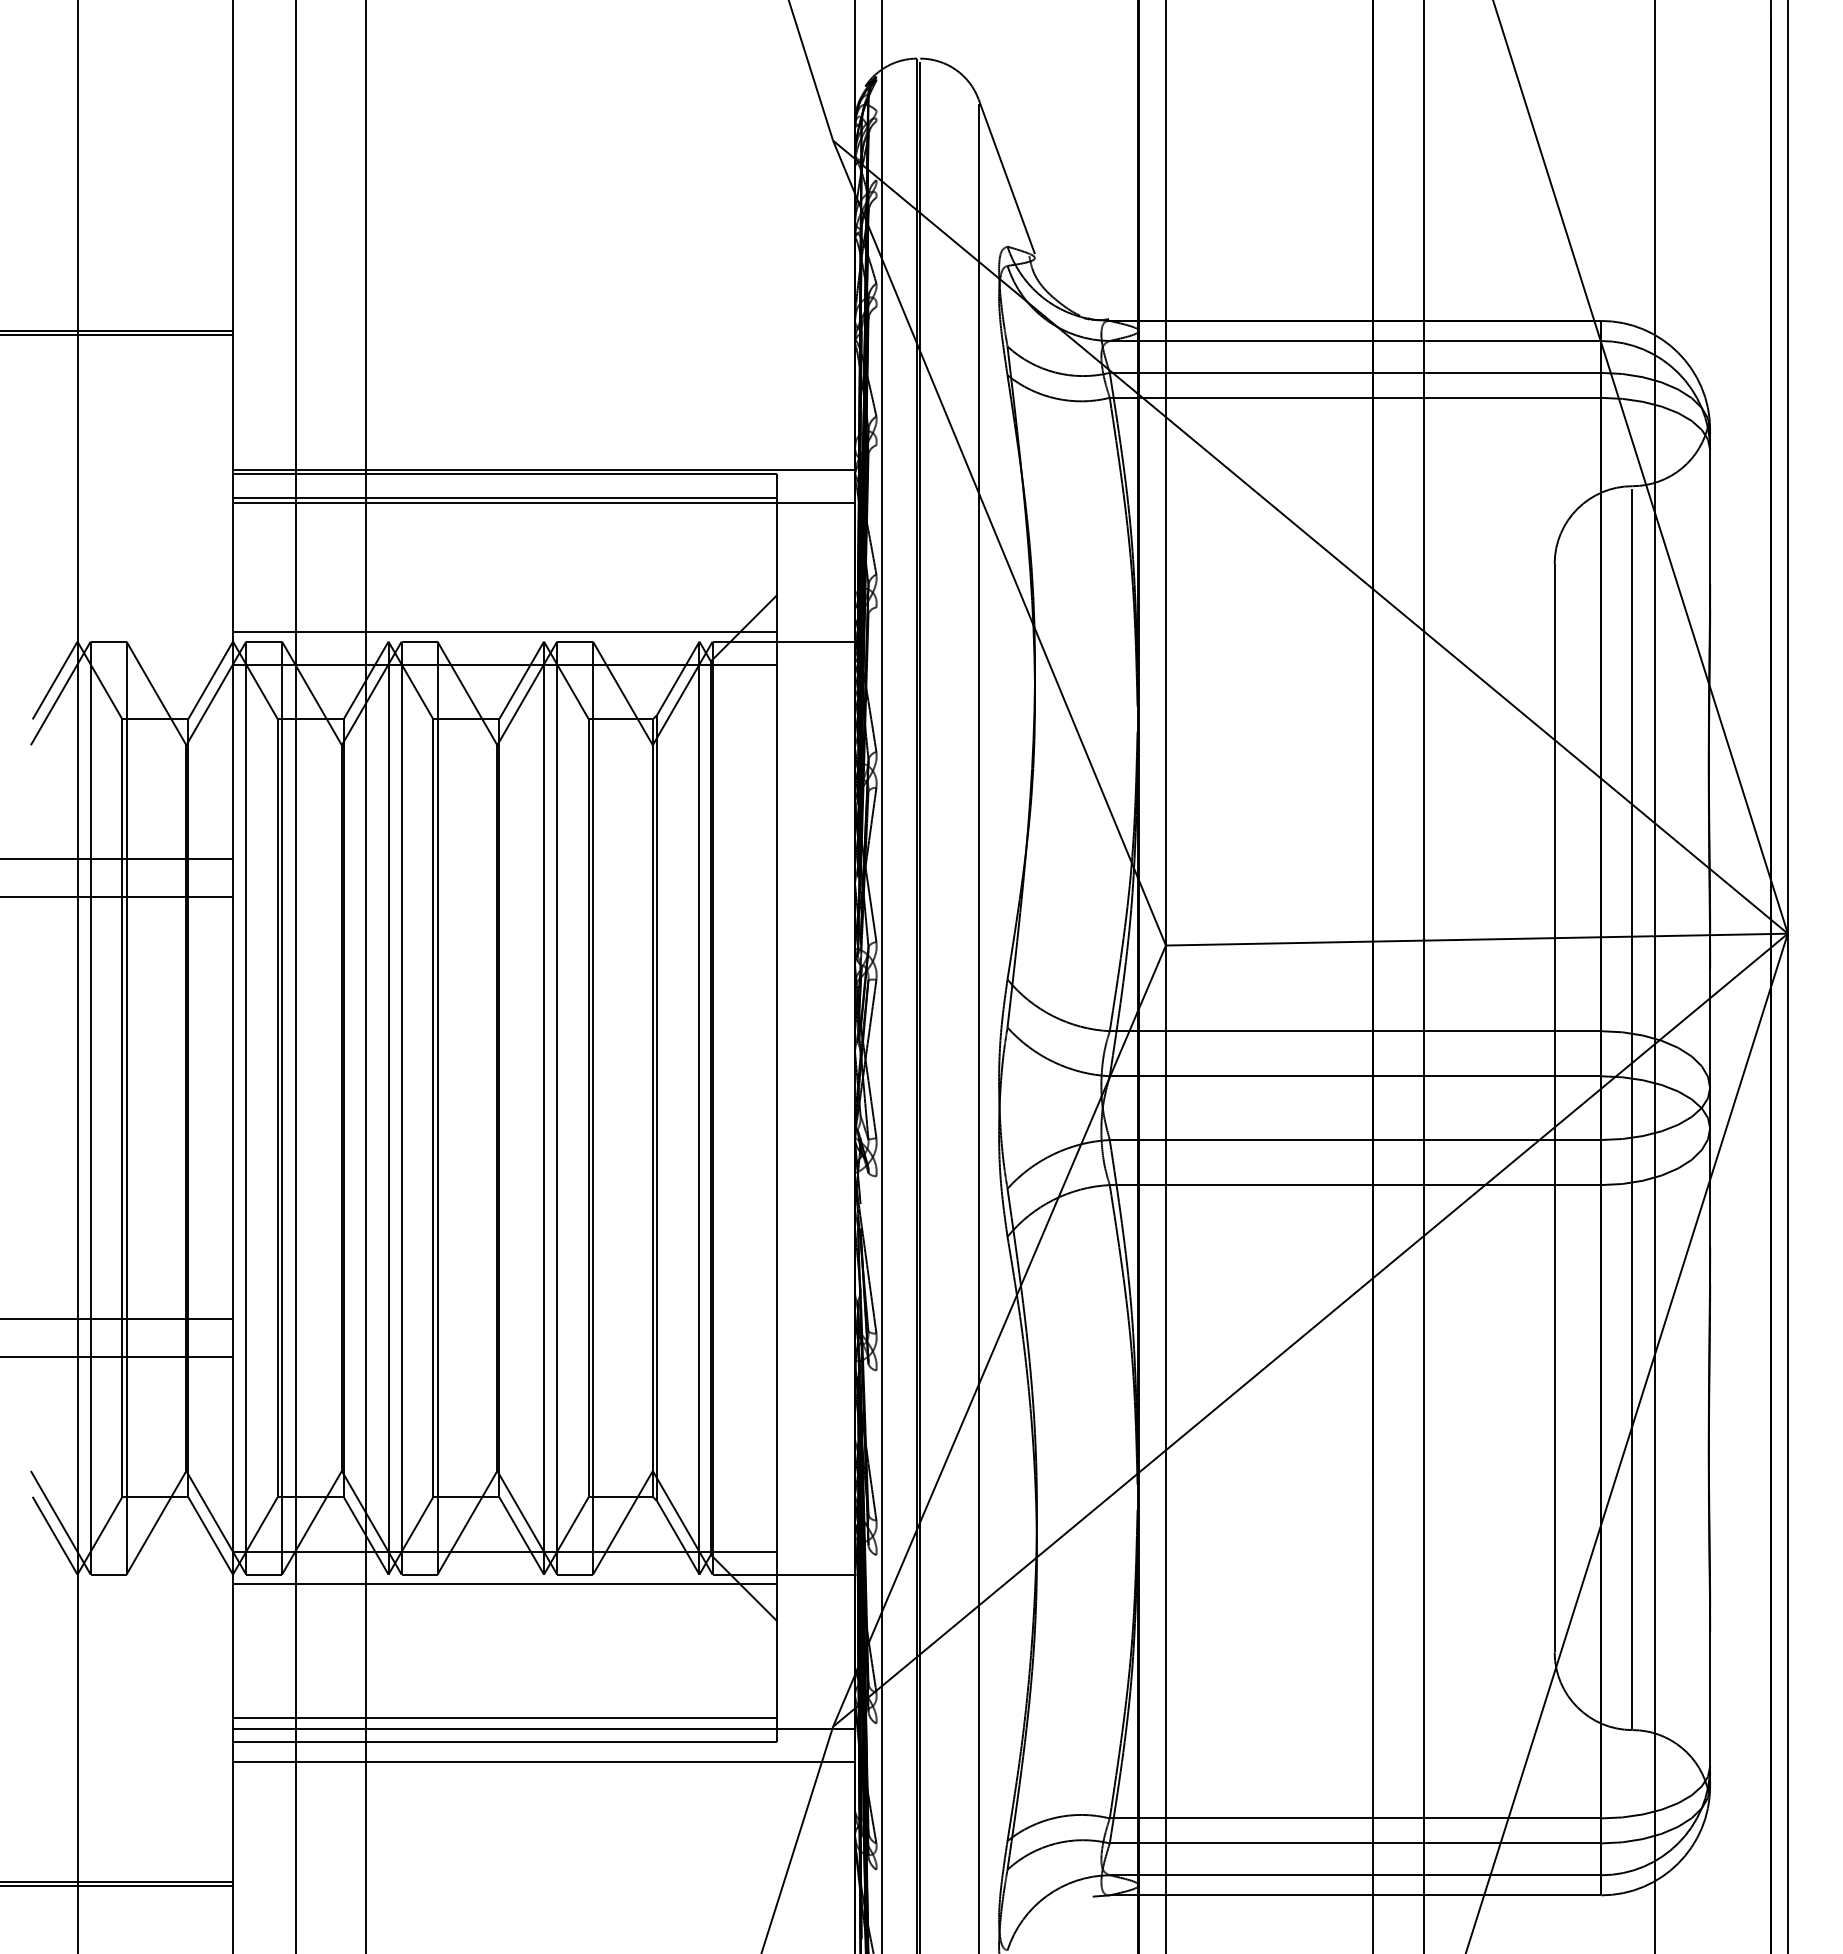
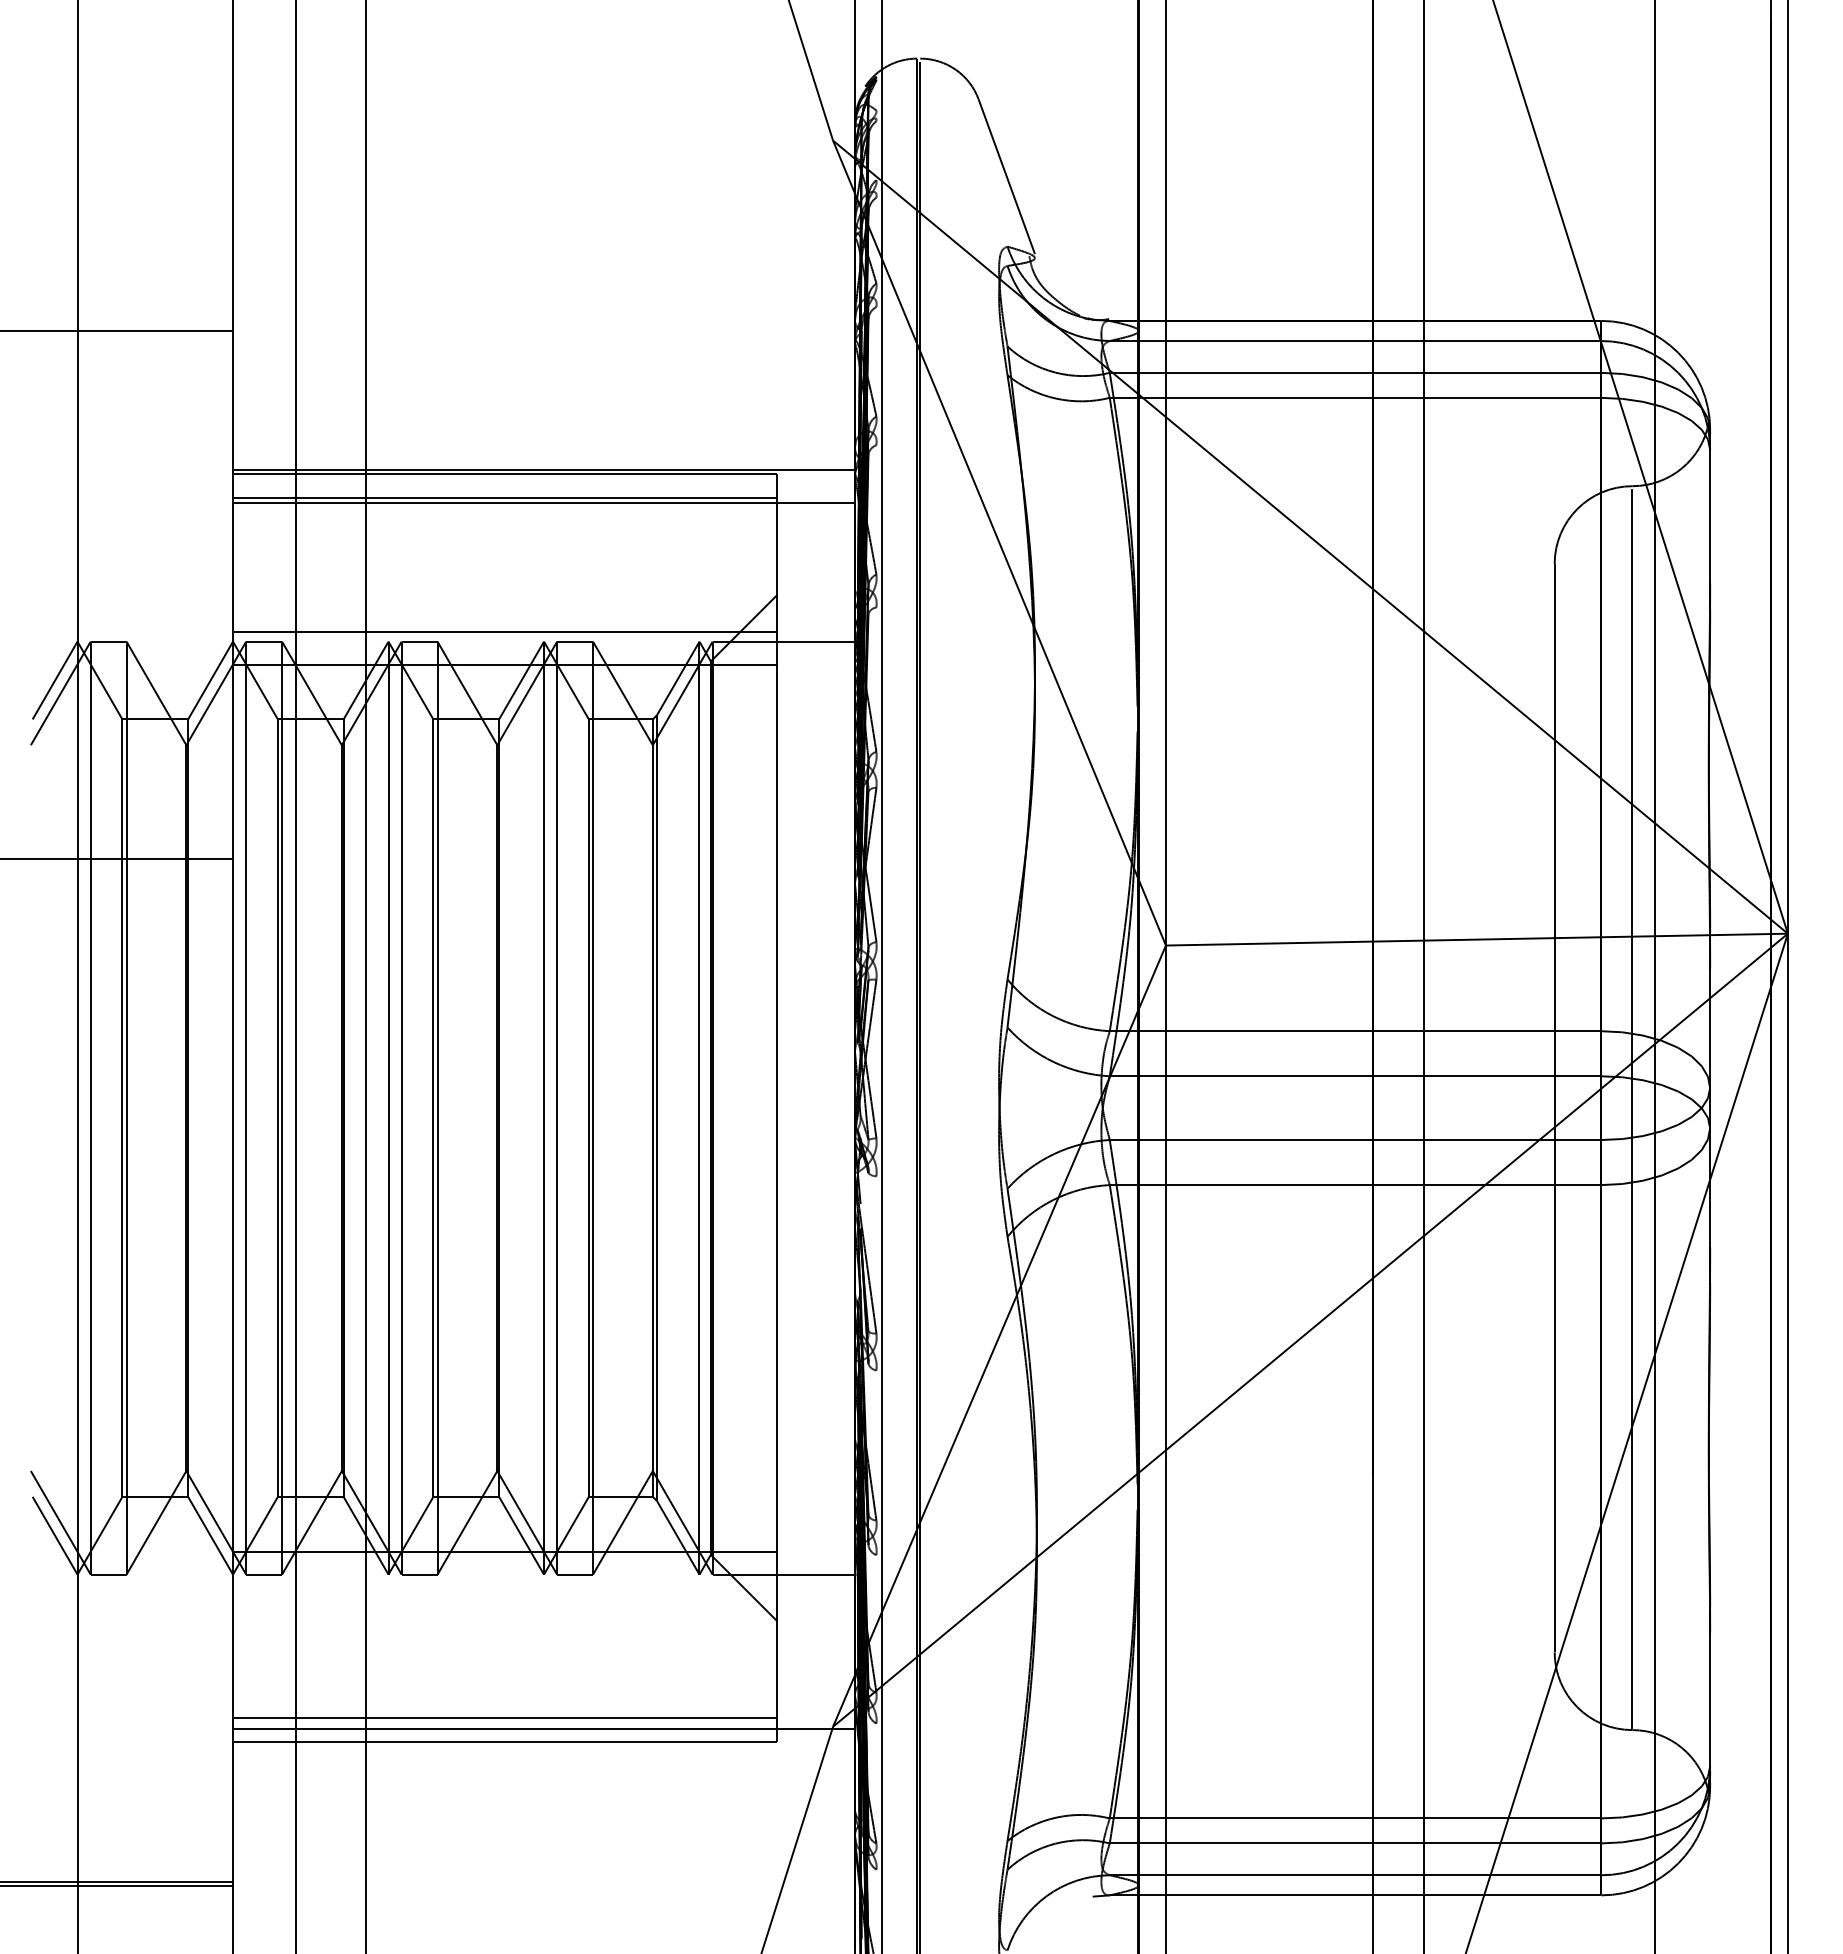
line at (117, 334): present -> none
line at (117, 897): present -> none
line at (978, 1027): present -> none
line at (117, 1318): present -> none
line at (117, 1357): present -> none
line at (505, 1584): present -> none
line at (543, 1761): present -> none
